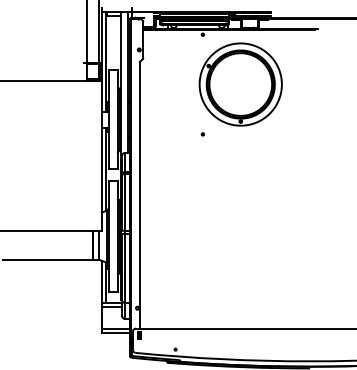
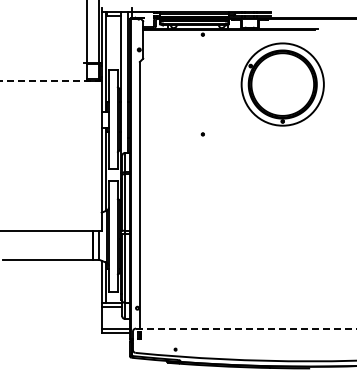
line at (50, 80): solid -> dashed
part at (240, 84) position: (240, 84) -> (282, 84)
line at (245, 328): solid -> dashed
